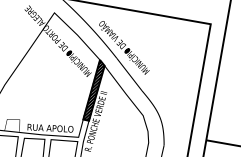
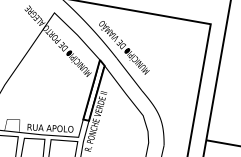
hatch at (94, 90): present -> none
